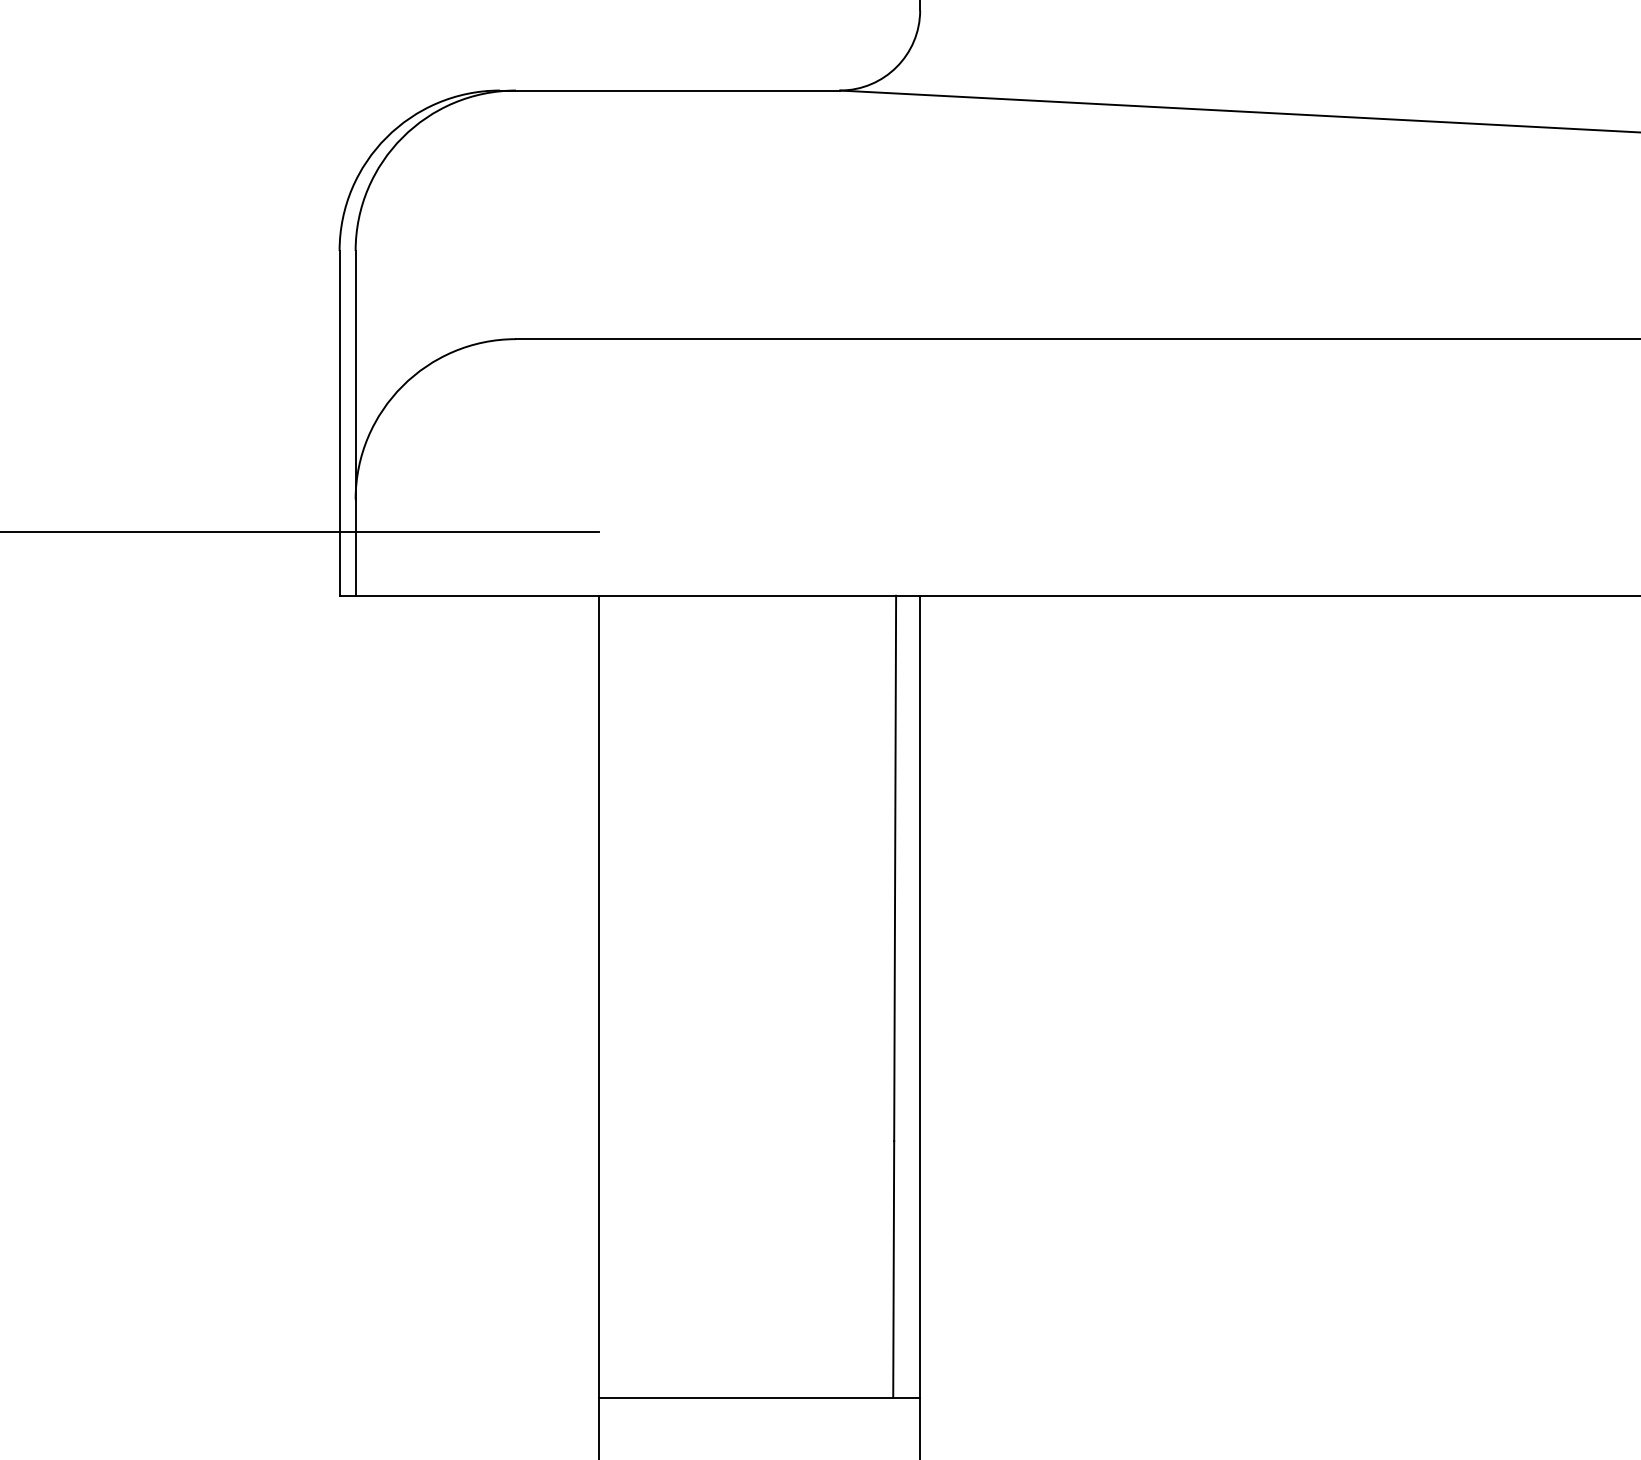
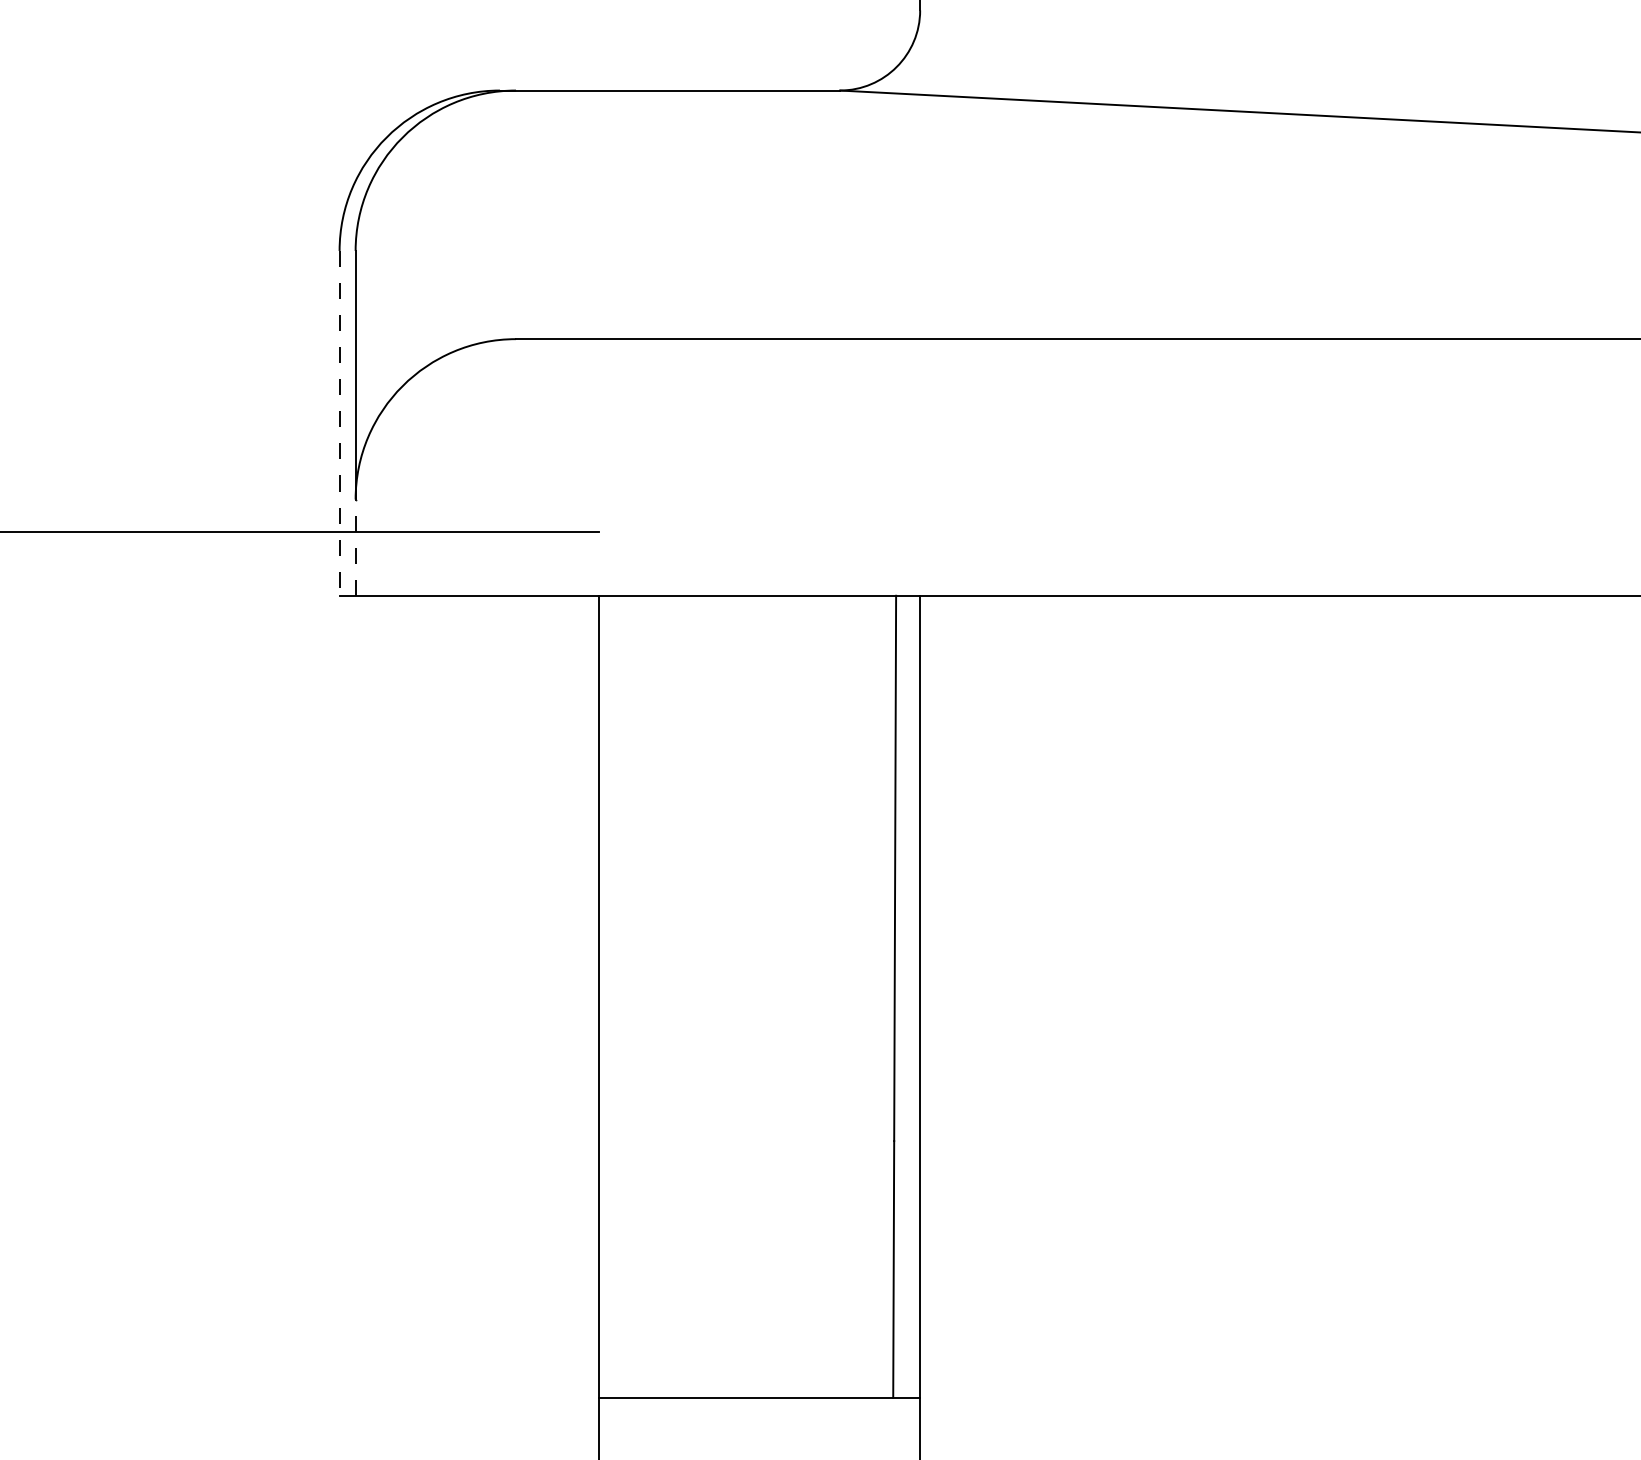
line at (339, 423): solid -> dashed
line at (355, 547): solid -> dashed
